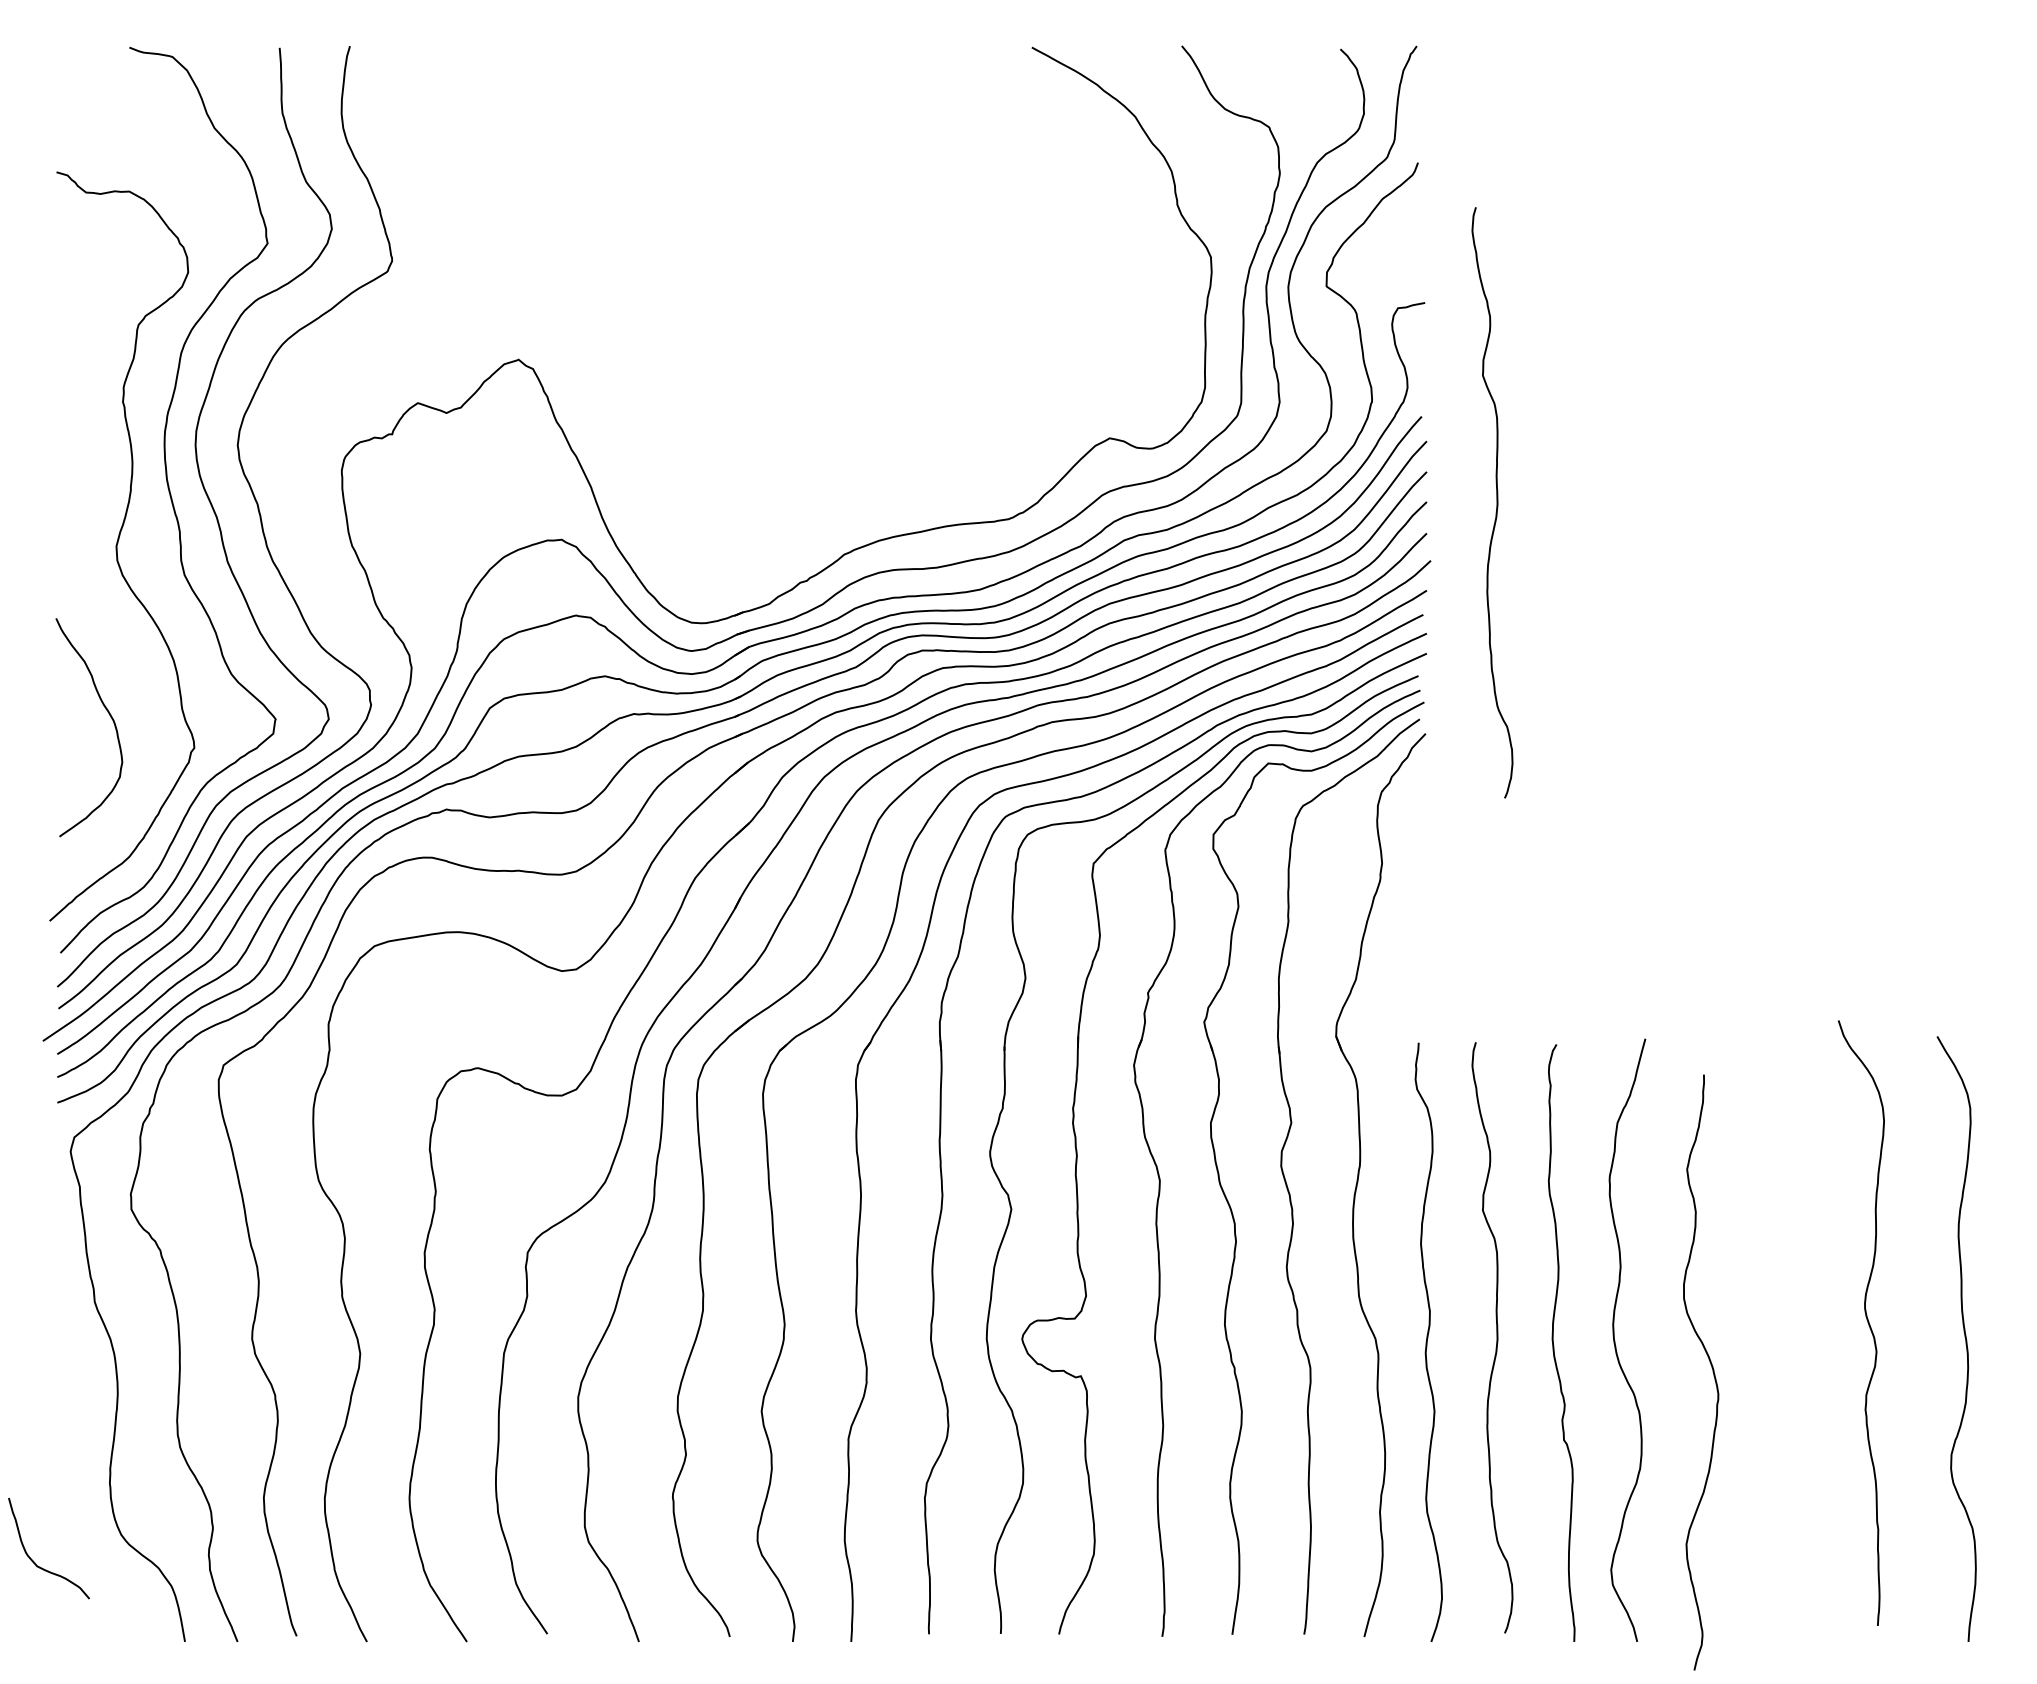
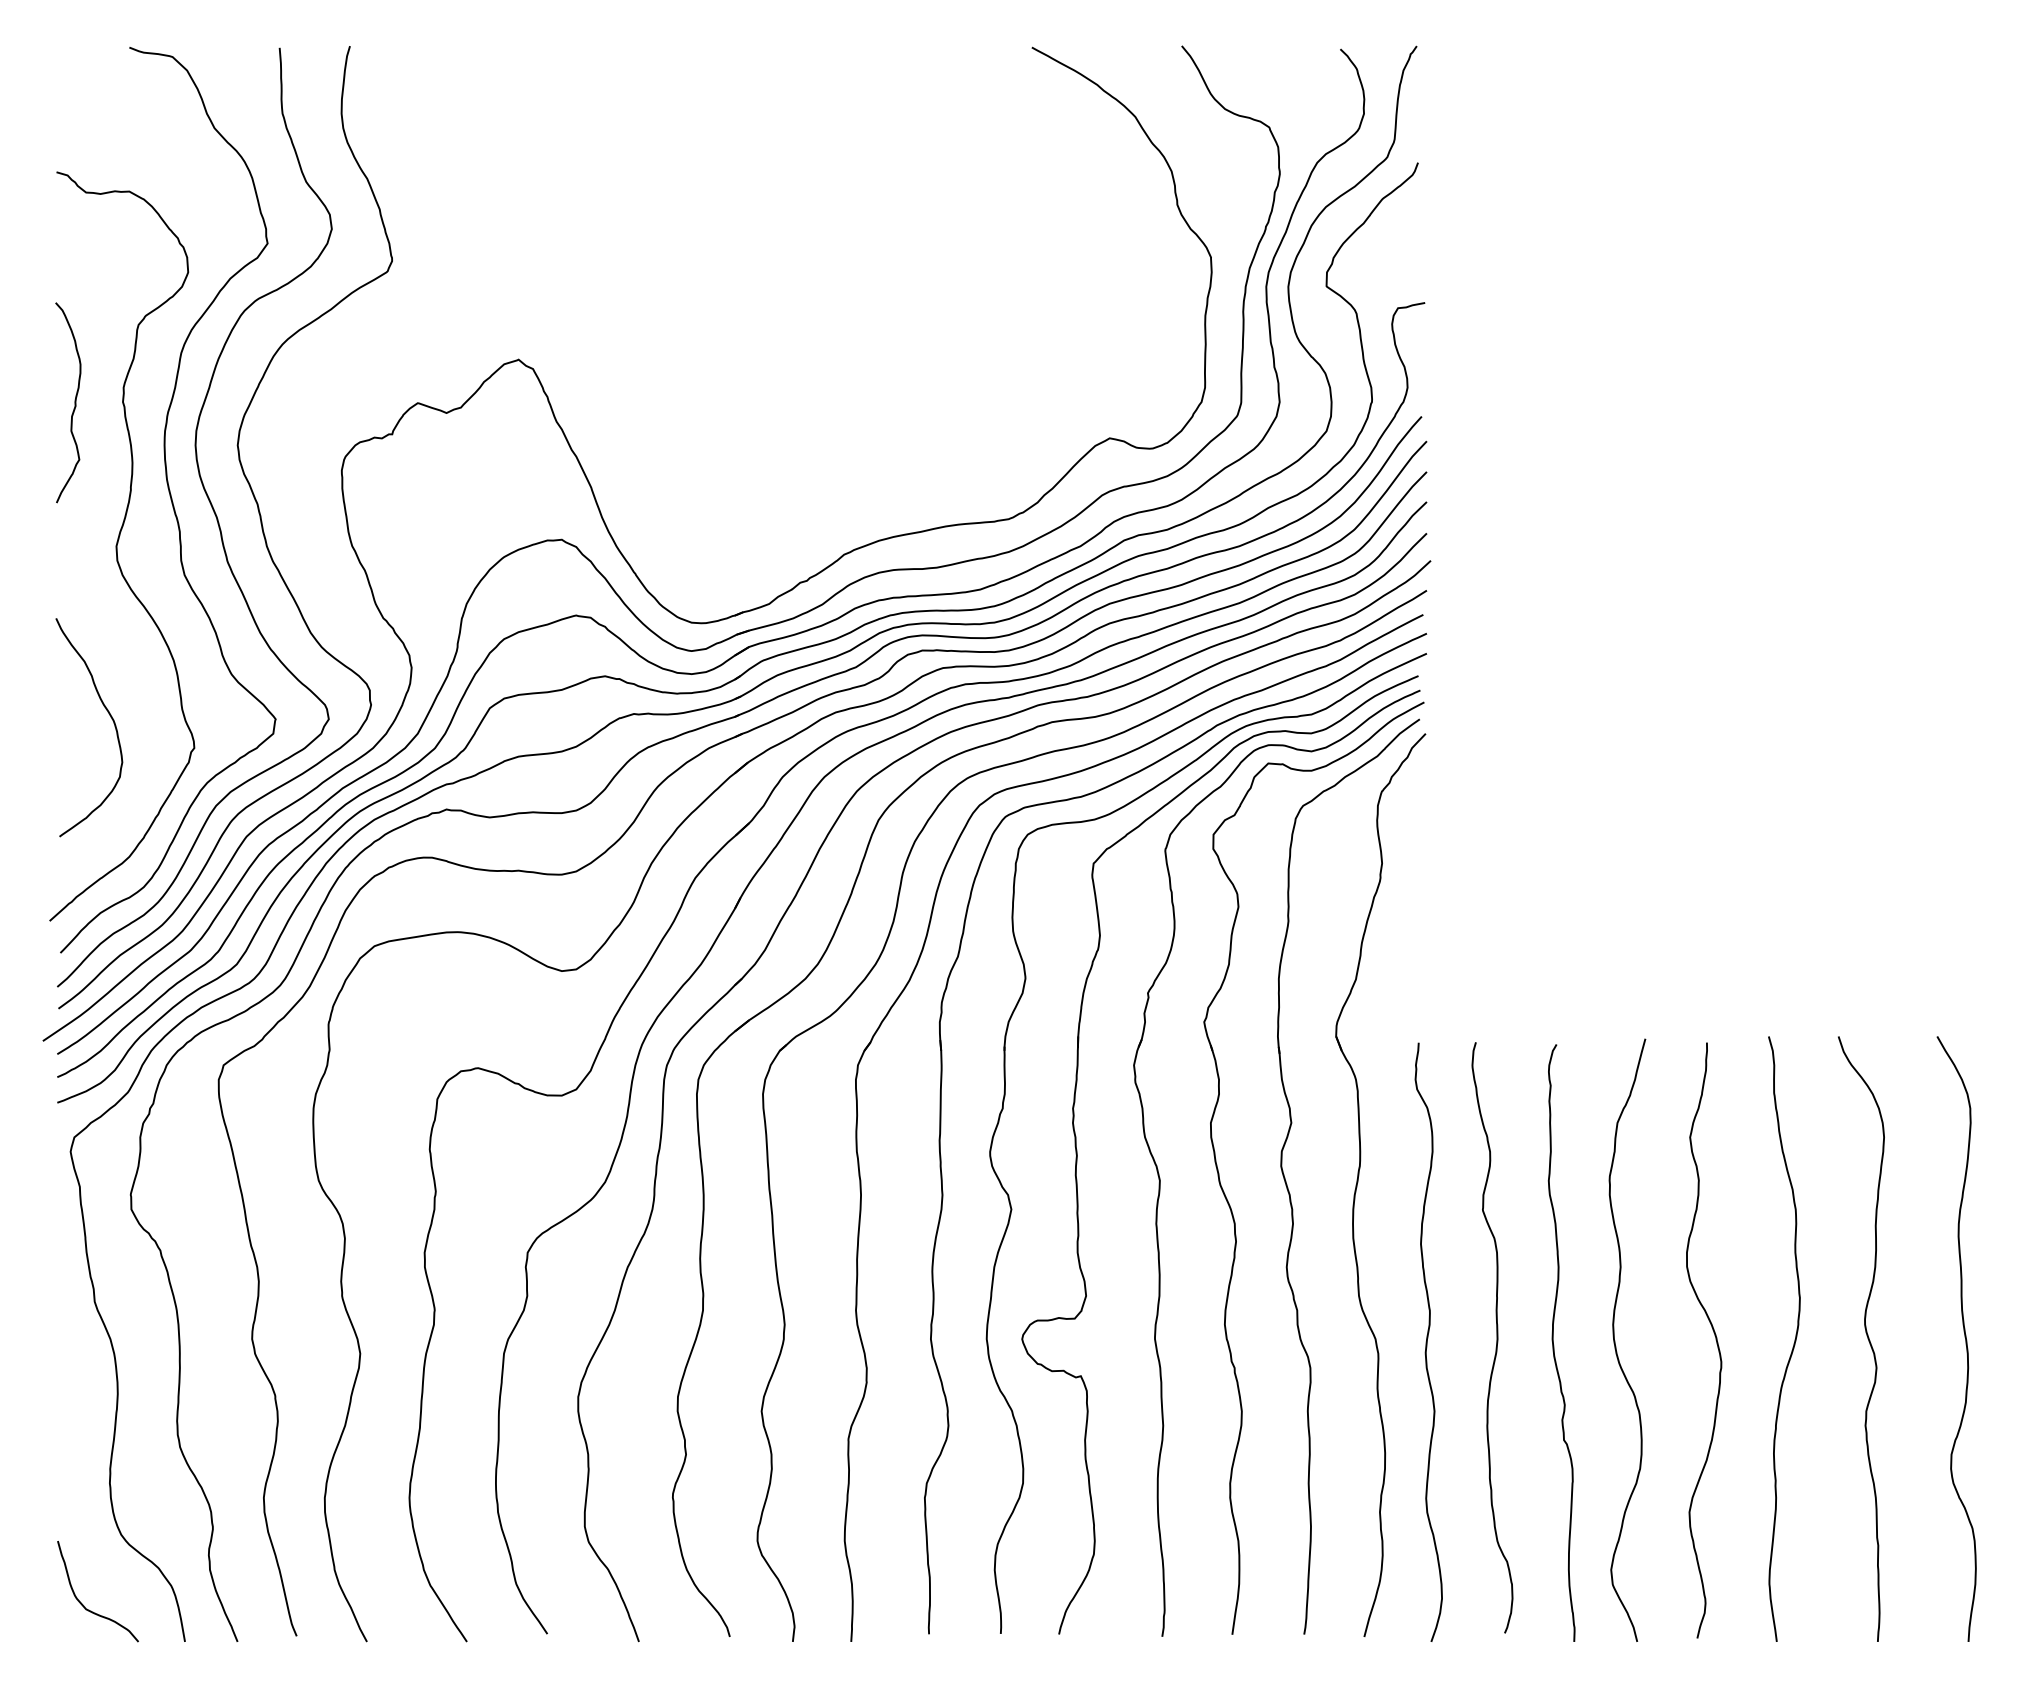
curve at (74, 402): none -> present
curve at (1496, 502): present -> none
curve at (1866, 1319) position: (1866, 1319) -> (1866, 1335)
curve at (1794, 1339): none -> present
curve at (1712, 1372) position: (1712, 1372) -> (1715, 1340)
curve at (34, 1561) position: (34, 1561) -> (83, 1604)
